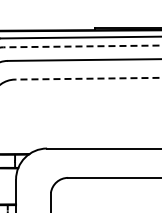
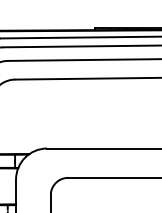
line at (82, 46): dashed -> solid
line at (87, 78): dashed -> solid
